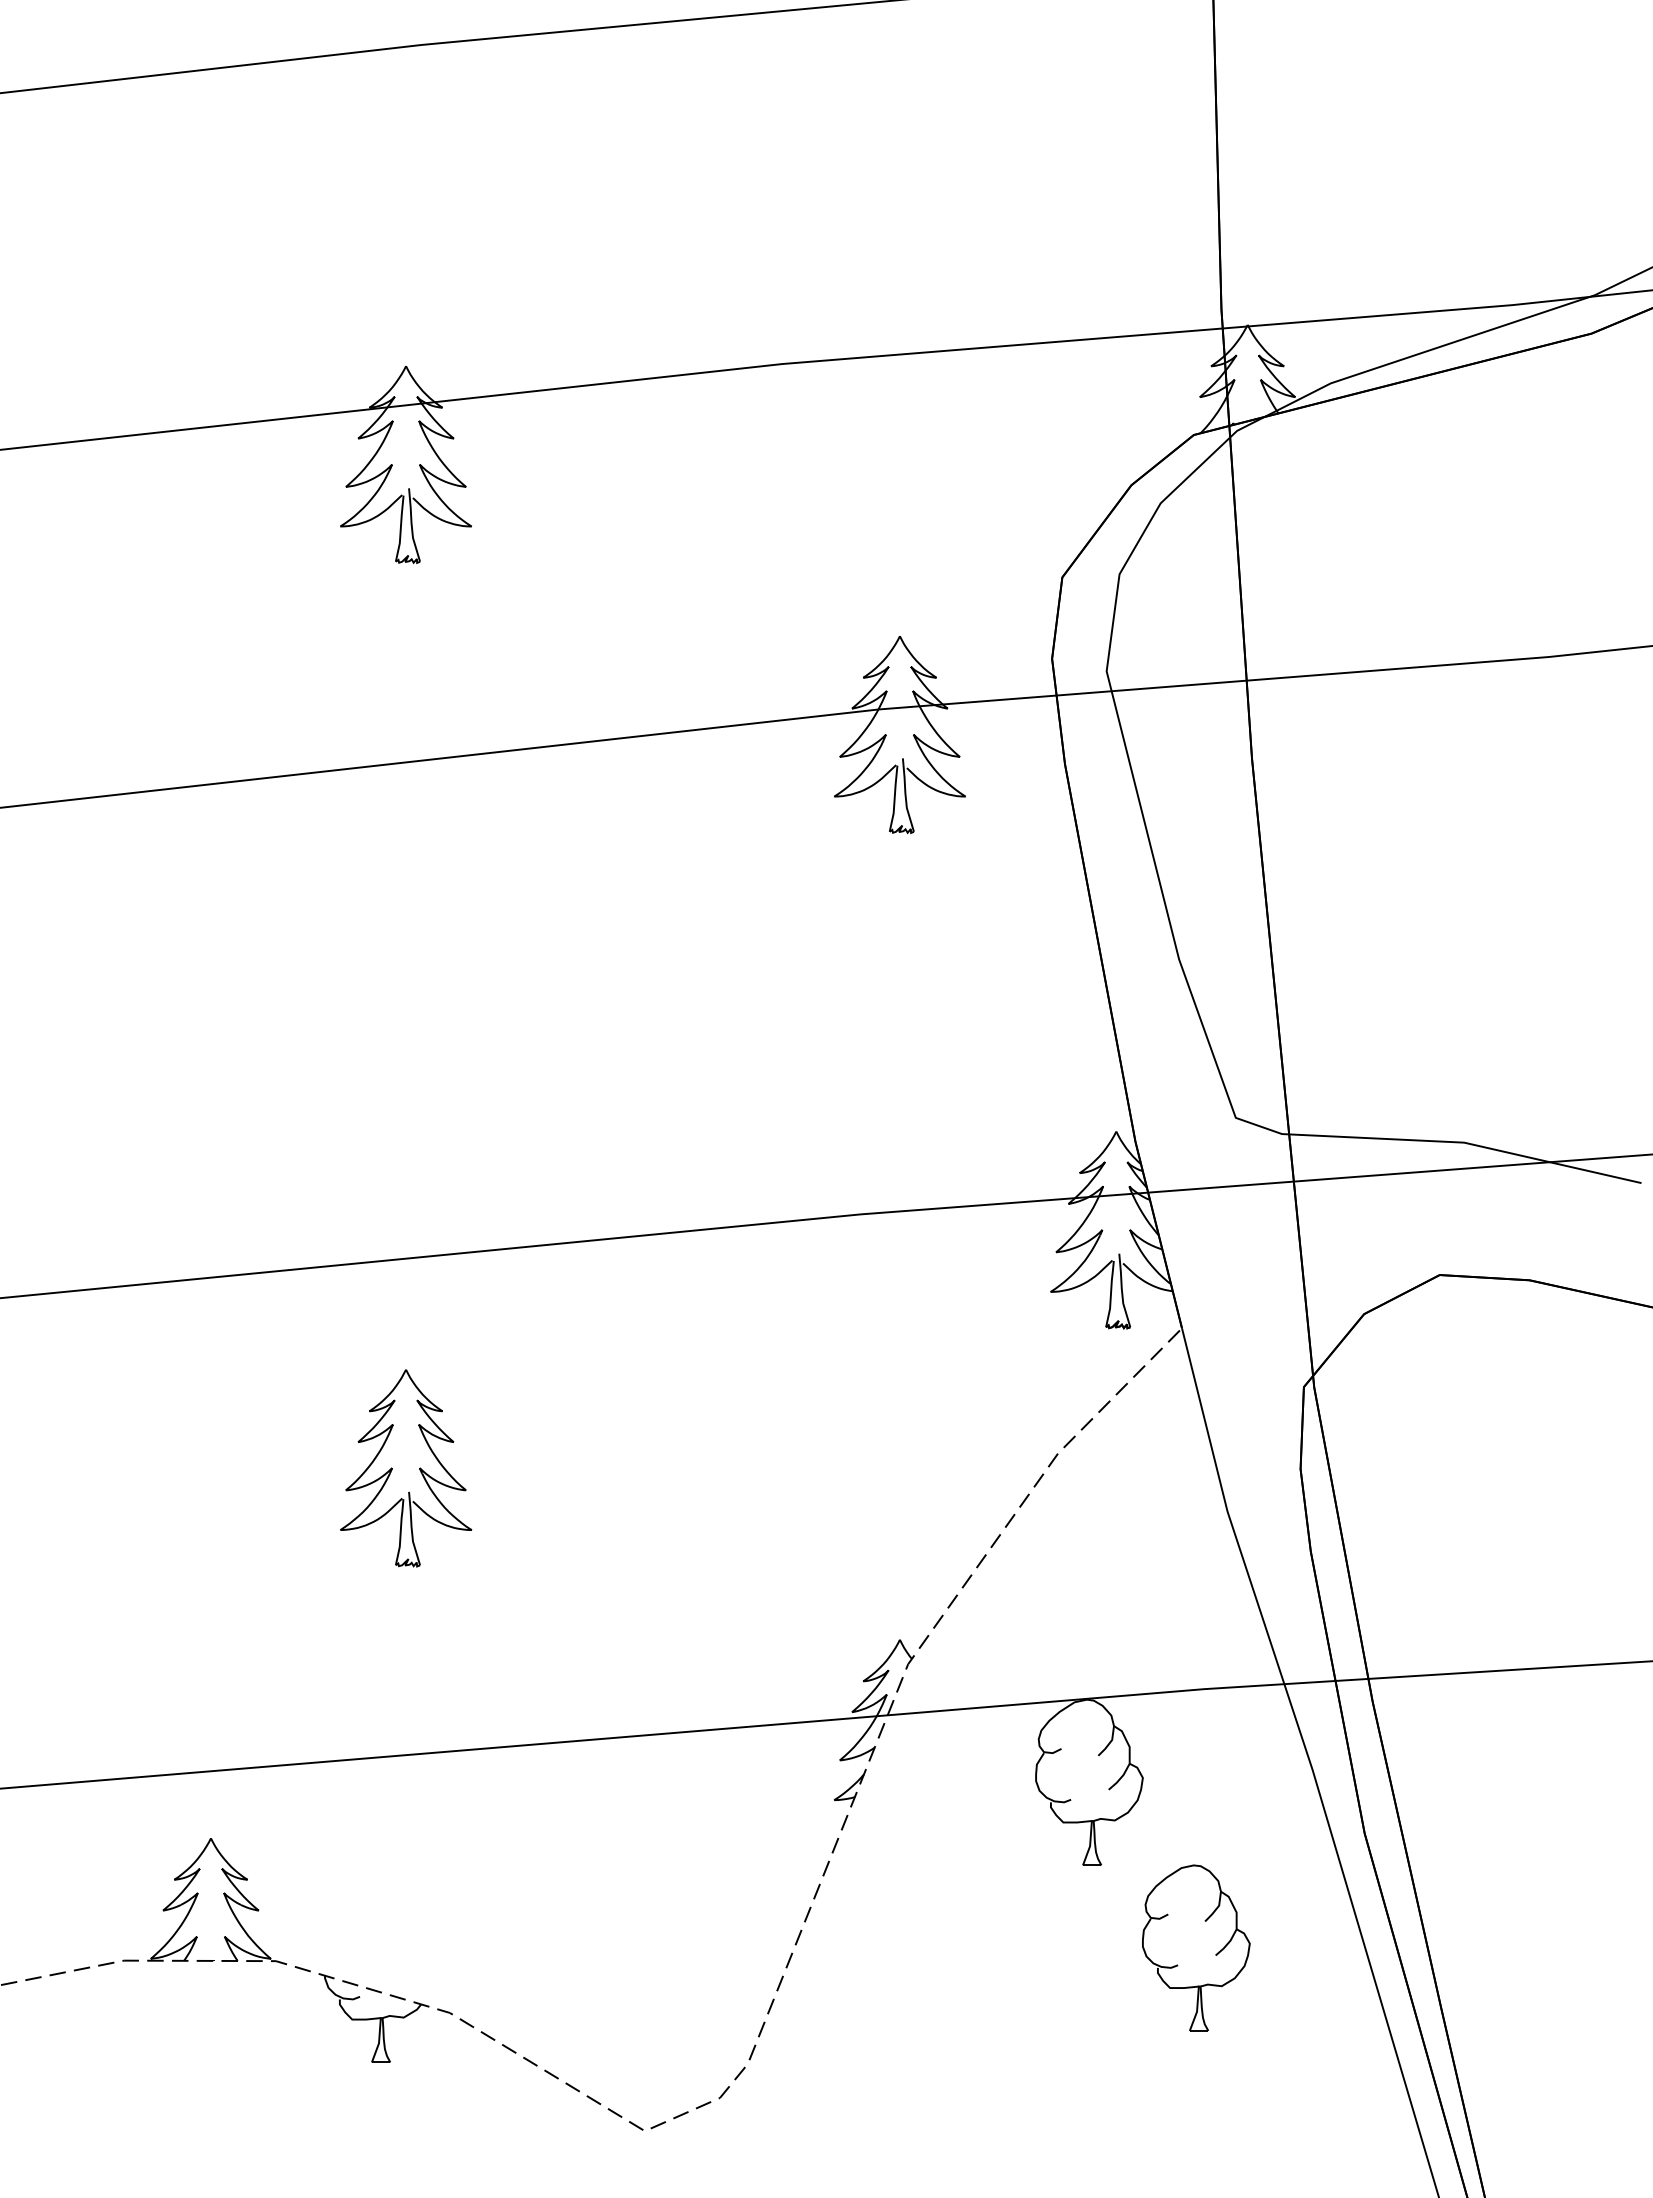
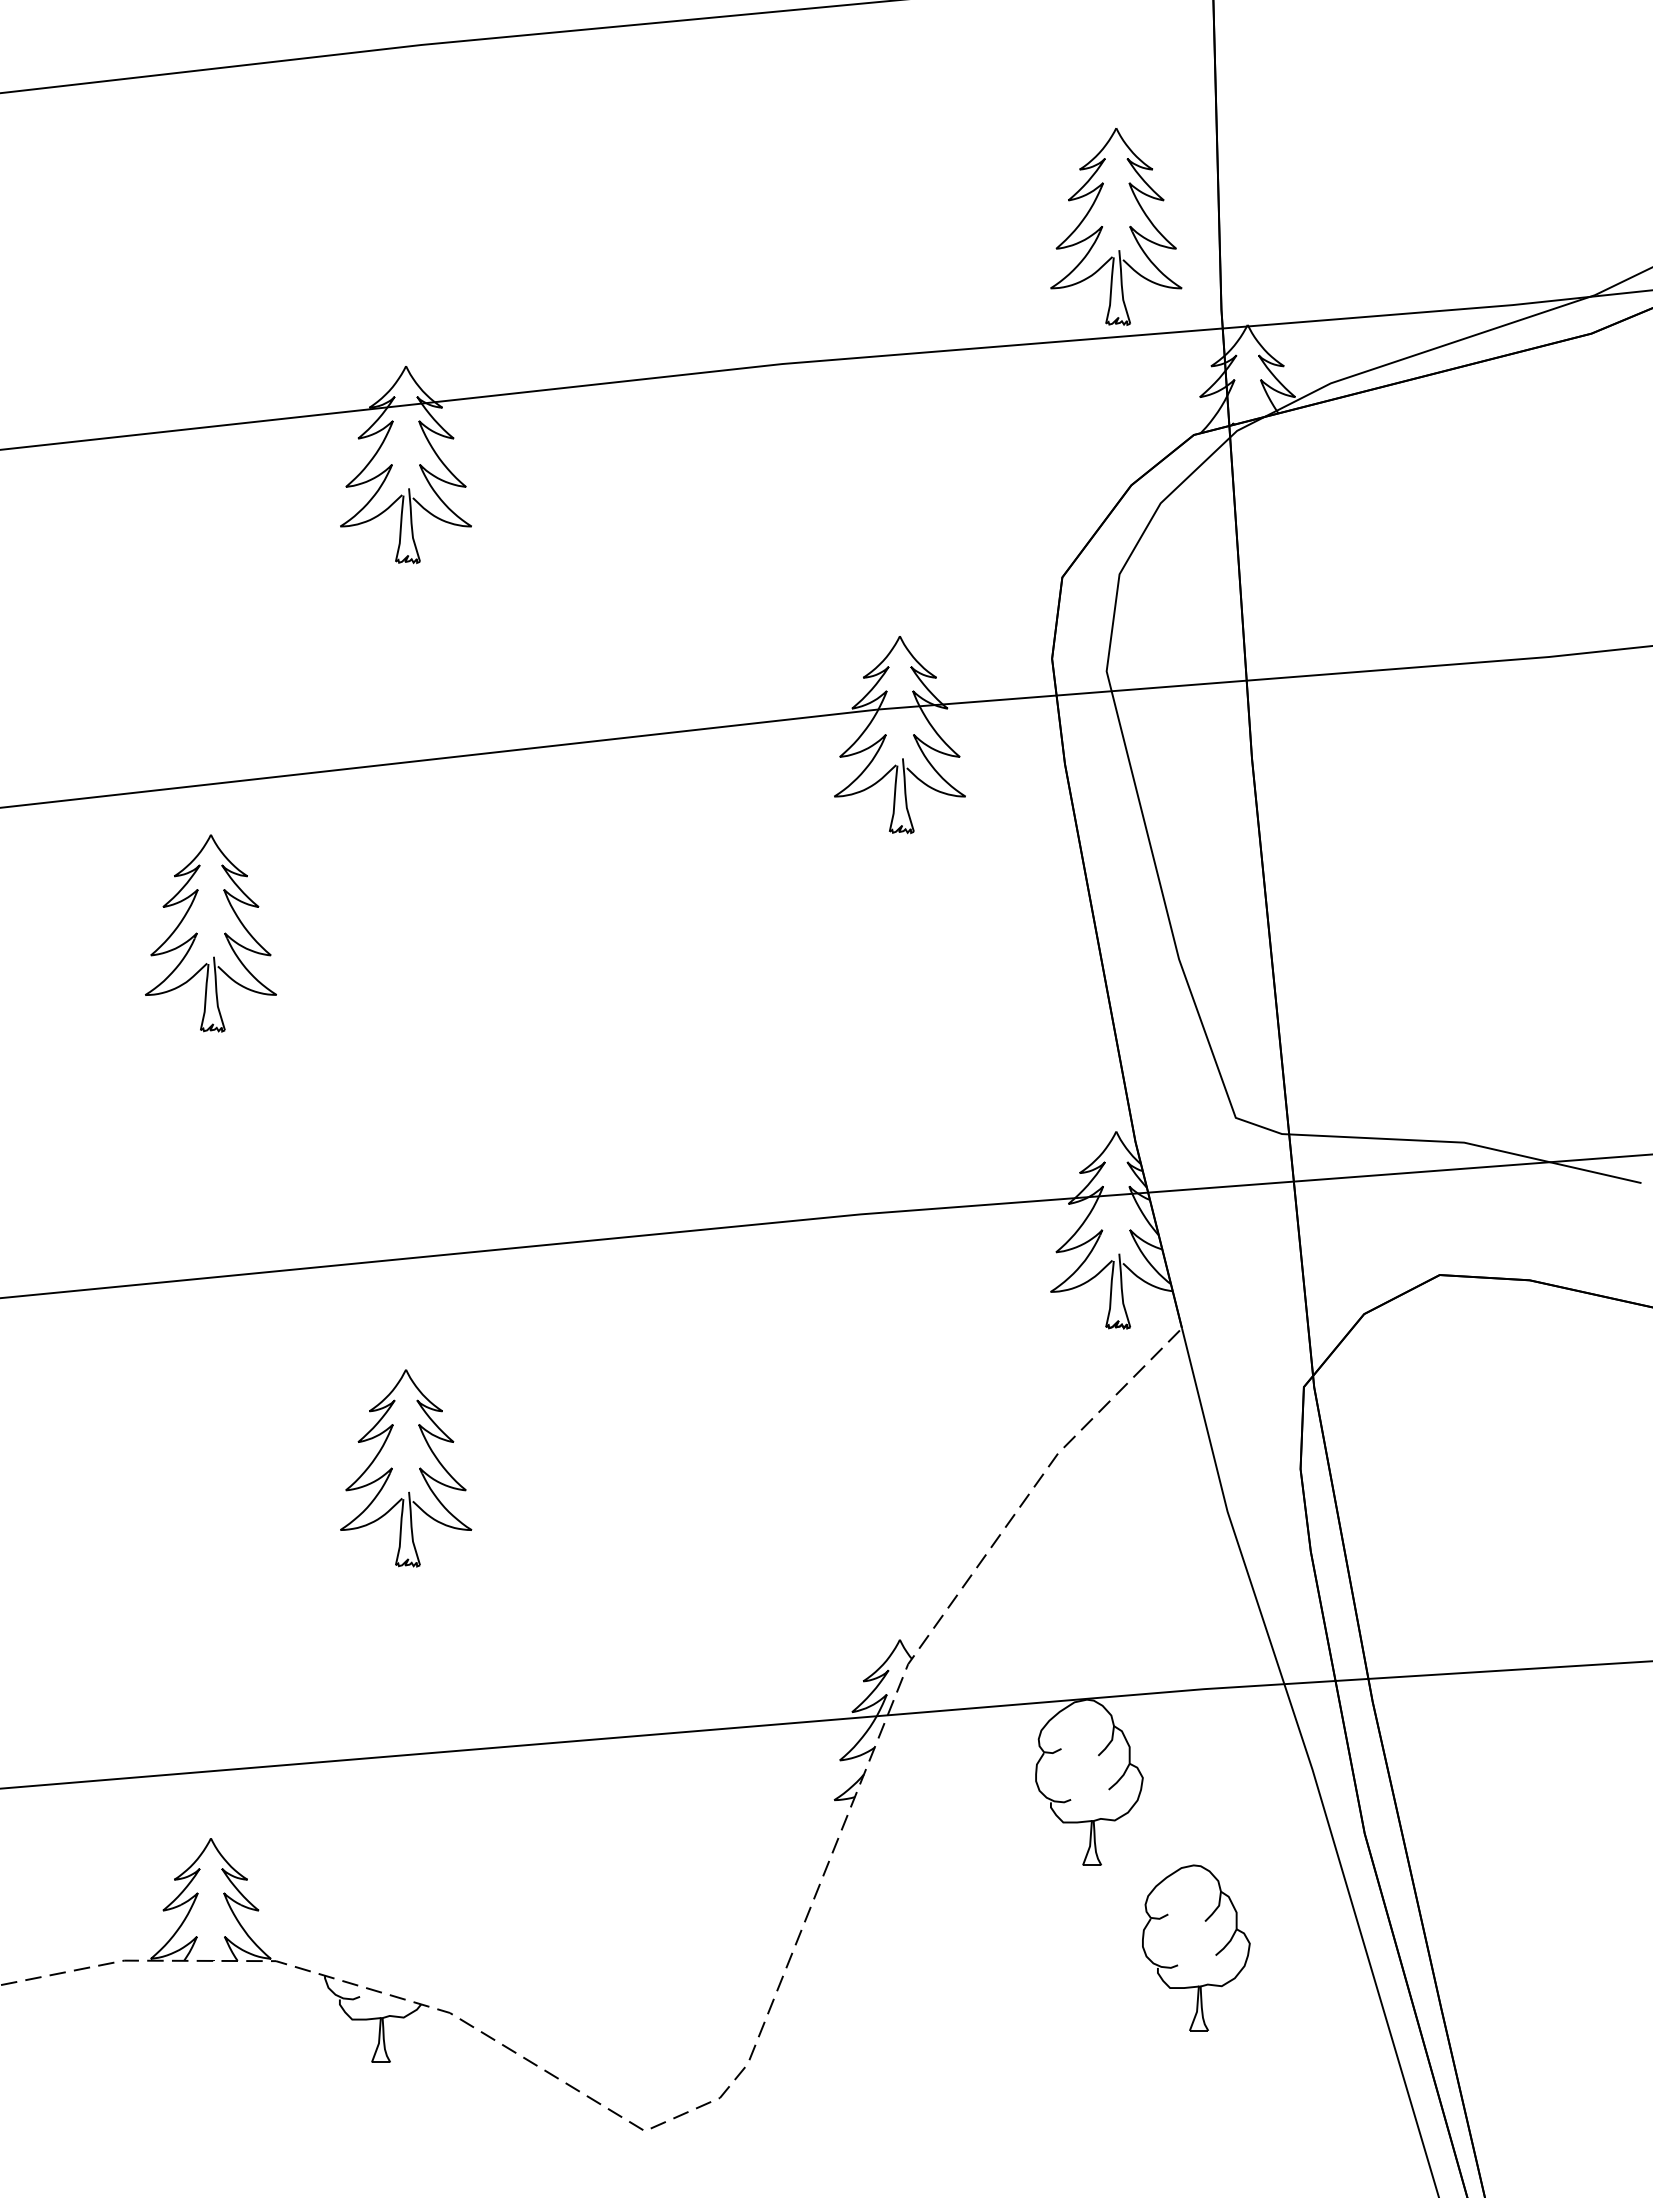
part at (1116, 226): none -> present
part at (197, 933): none -> present
